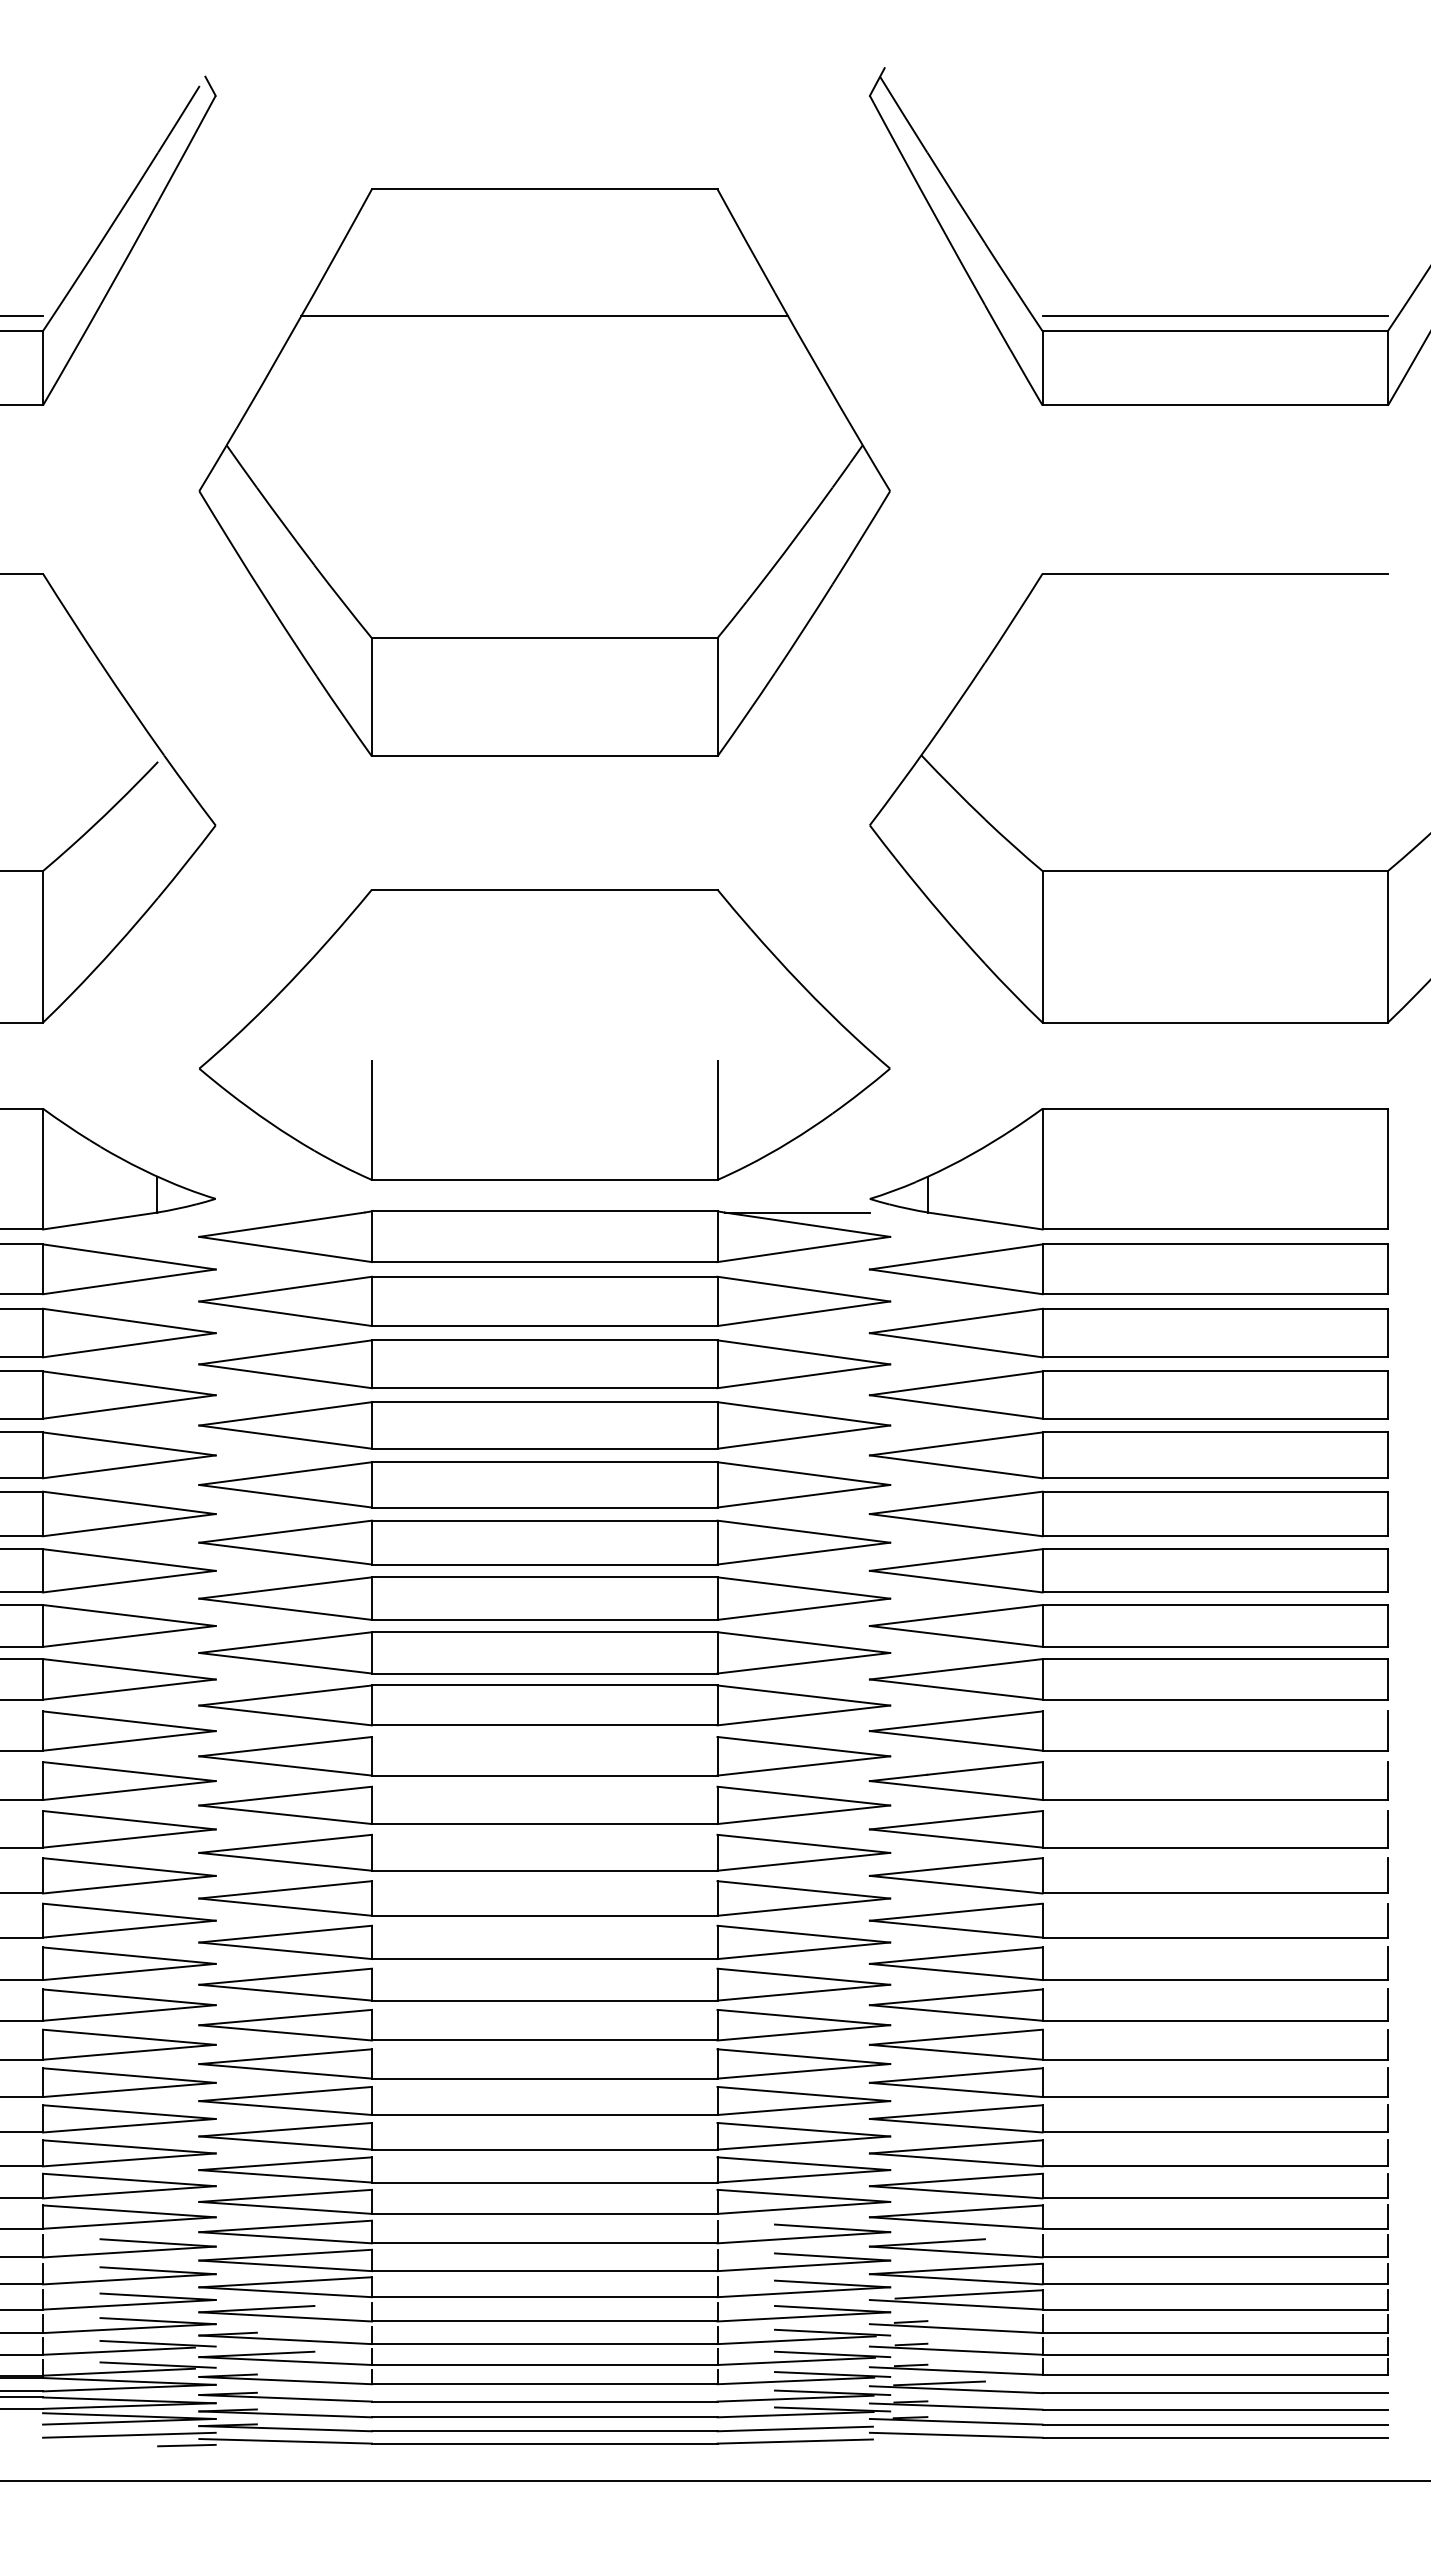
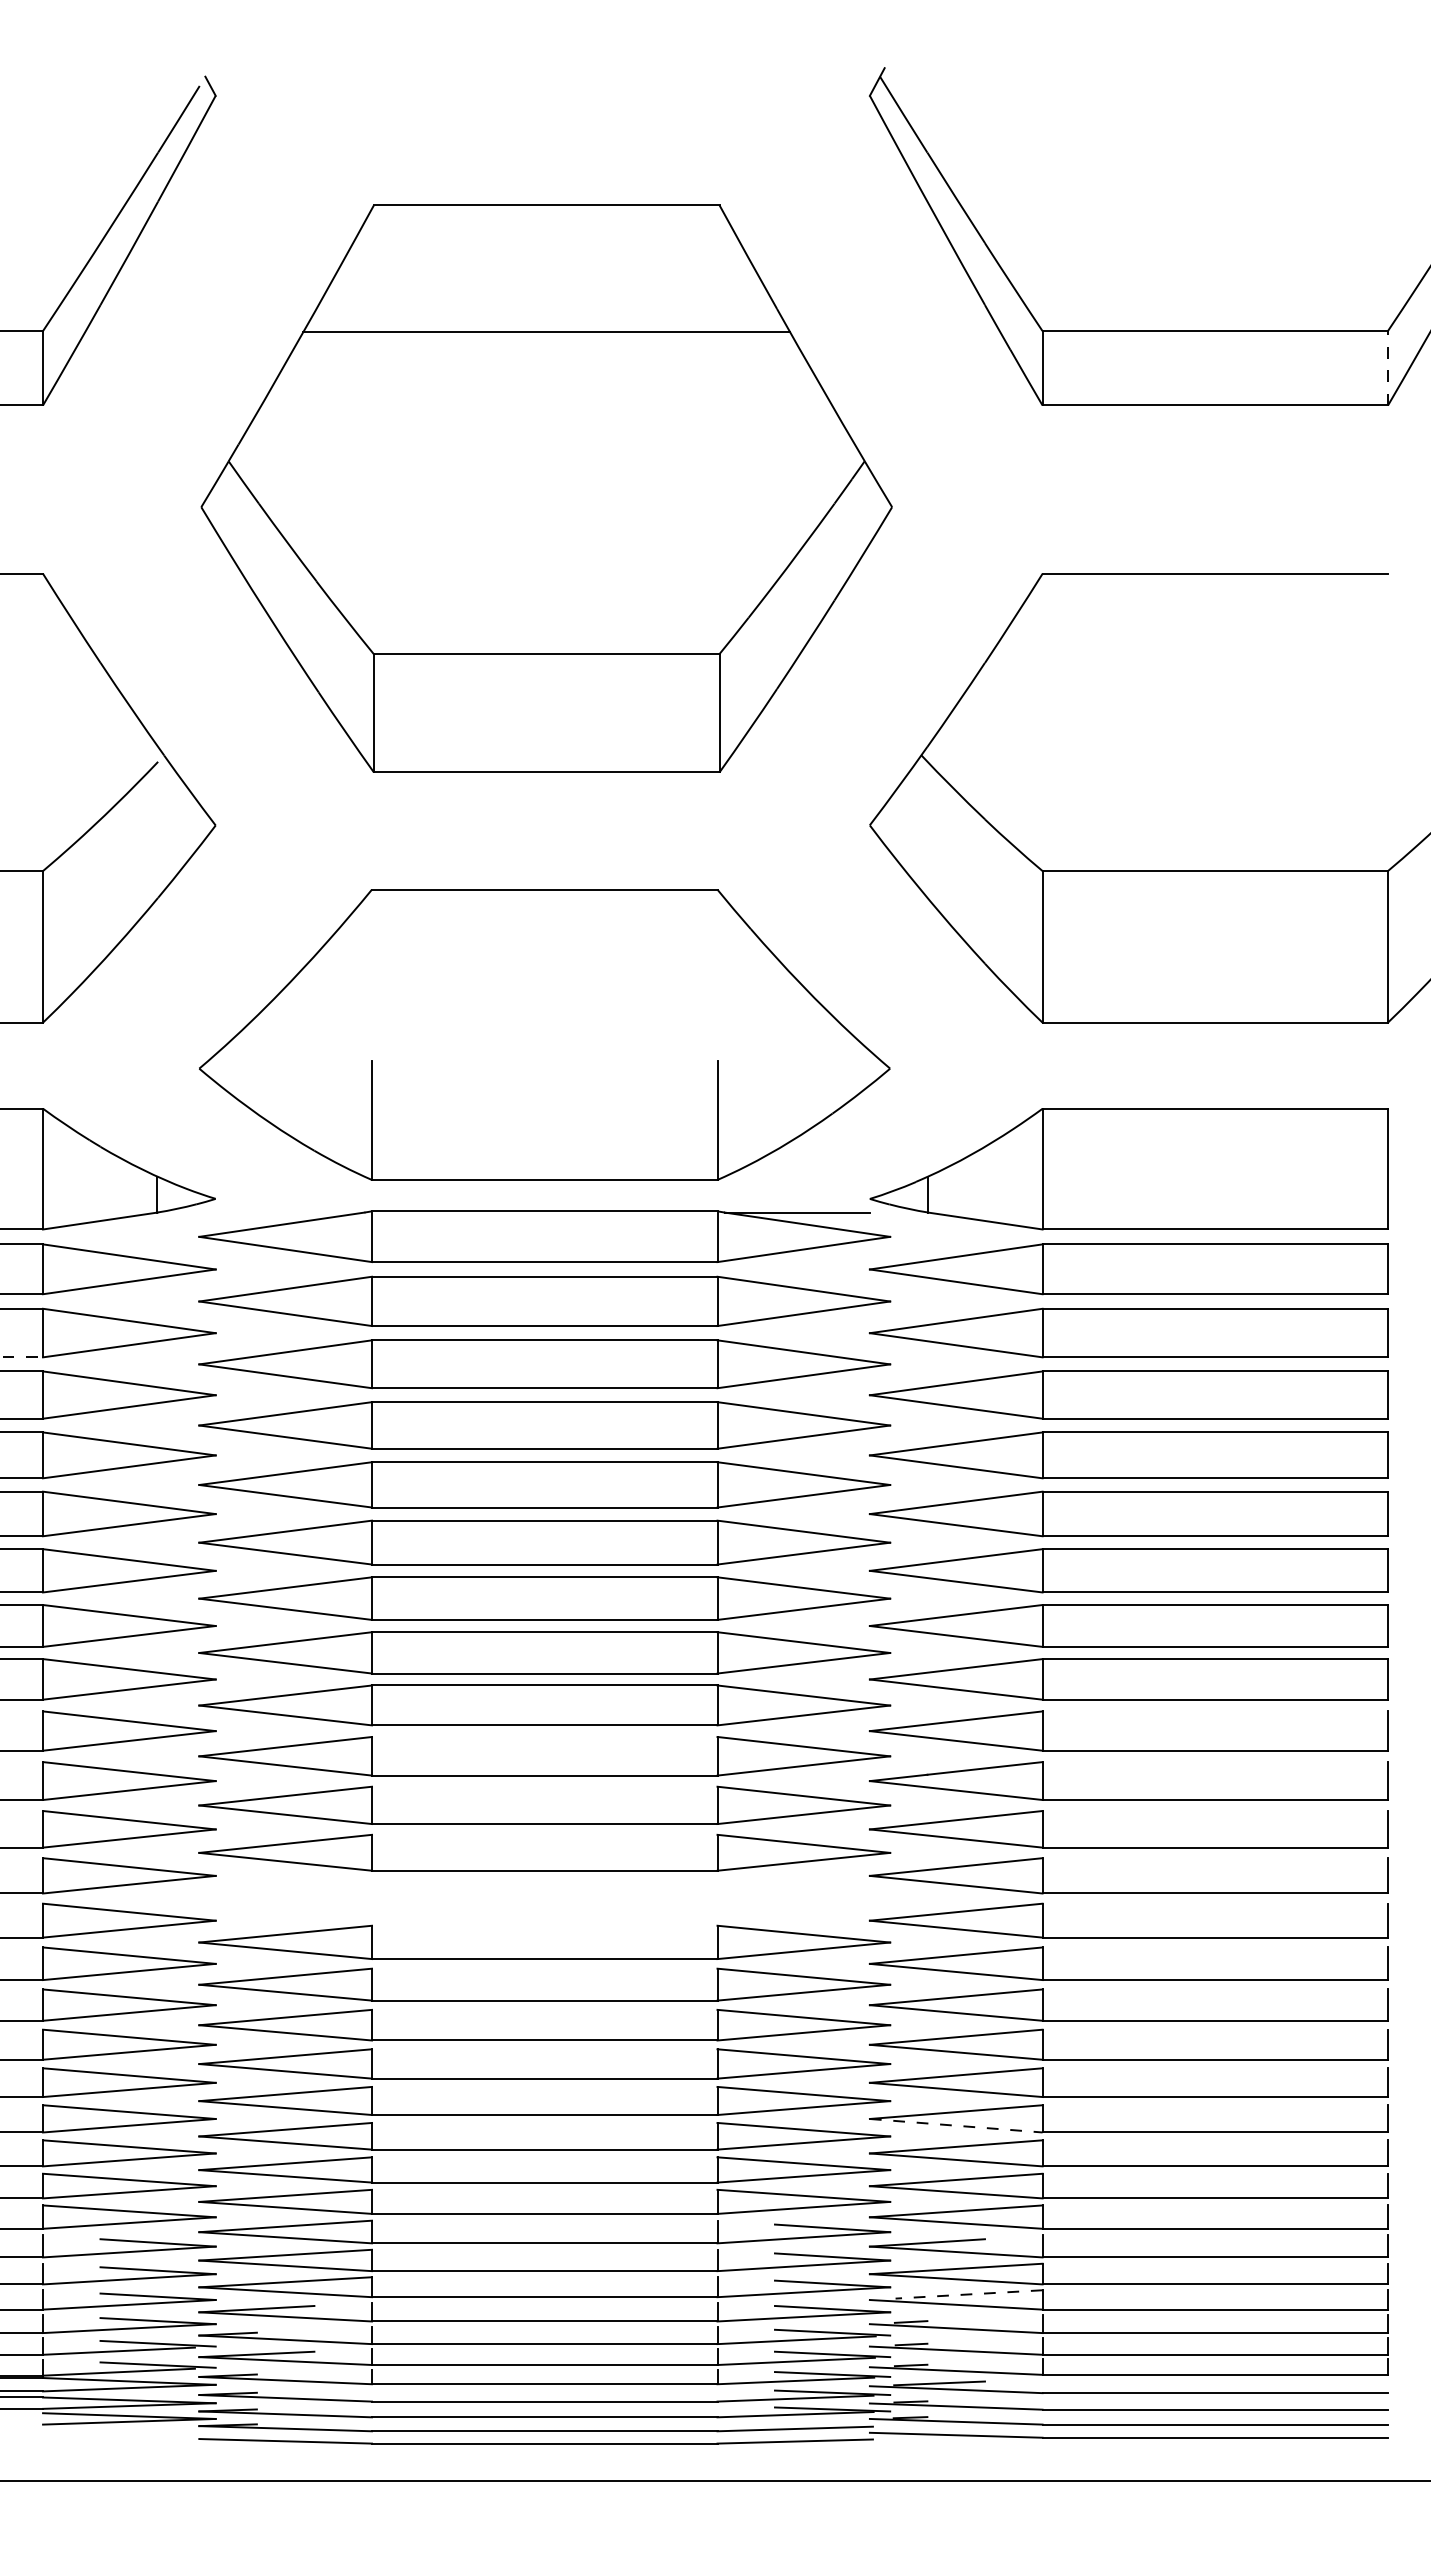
line at (22, 316): present -> none
line at (1214, 316): present -> none
line at (1387, 367): solid -> dashed
part at (544, 472) position: (544, 472) -> (546, 488)
line at (22, 1357): solid -> dashed
part at (544, 1915): present -> none
line at (956, 2125): solid -> dashed
line at (969, 2294): solid -> dashed
line at (129, 2434): present -> none
line at (186, 2445): present -> none
